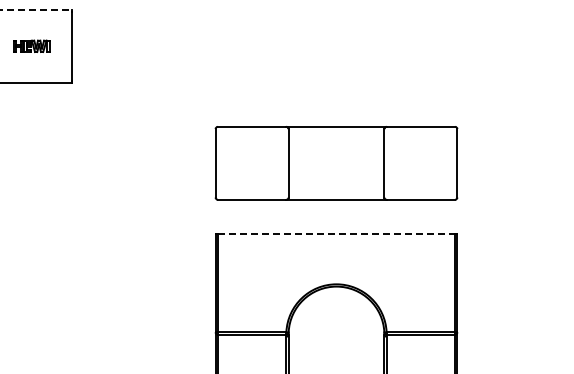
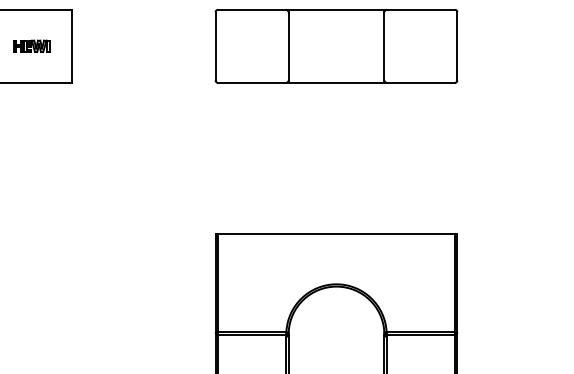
line at (36, 9): dashed -> solid
part at (336, 163) position: (336, 163) -> (336, 46)
line at (336, 234): dashed -> solid
